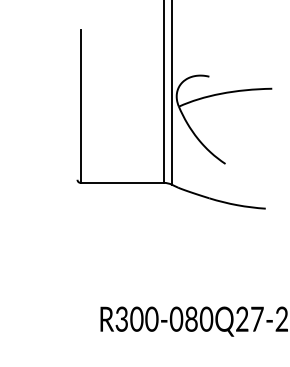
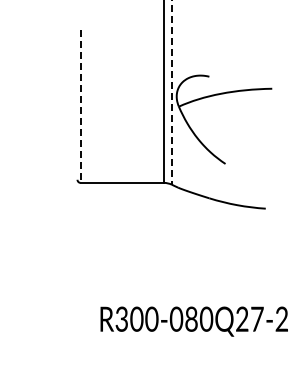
line at (172, 92): solid -> dashed
line at (80, 107): solid -> dashed
